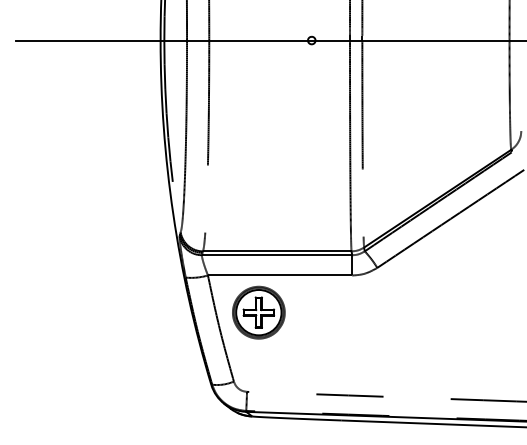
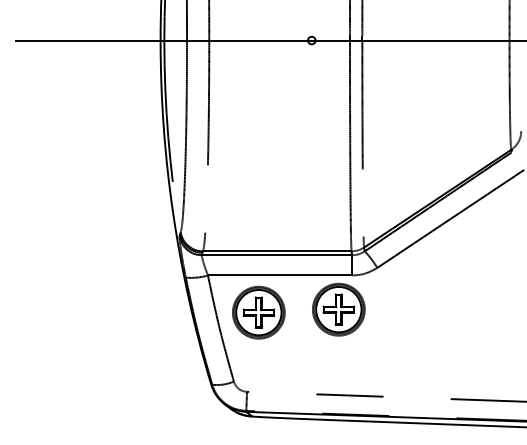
part at (338, 309): none -> present
